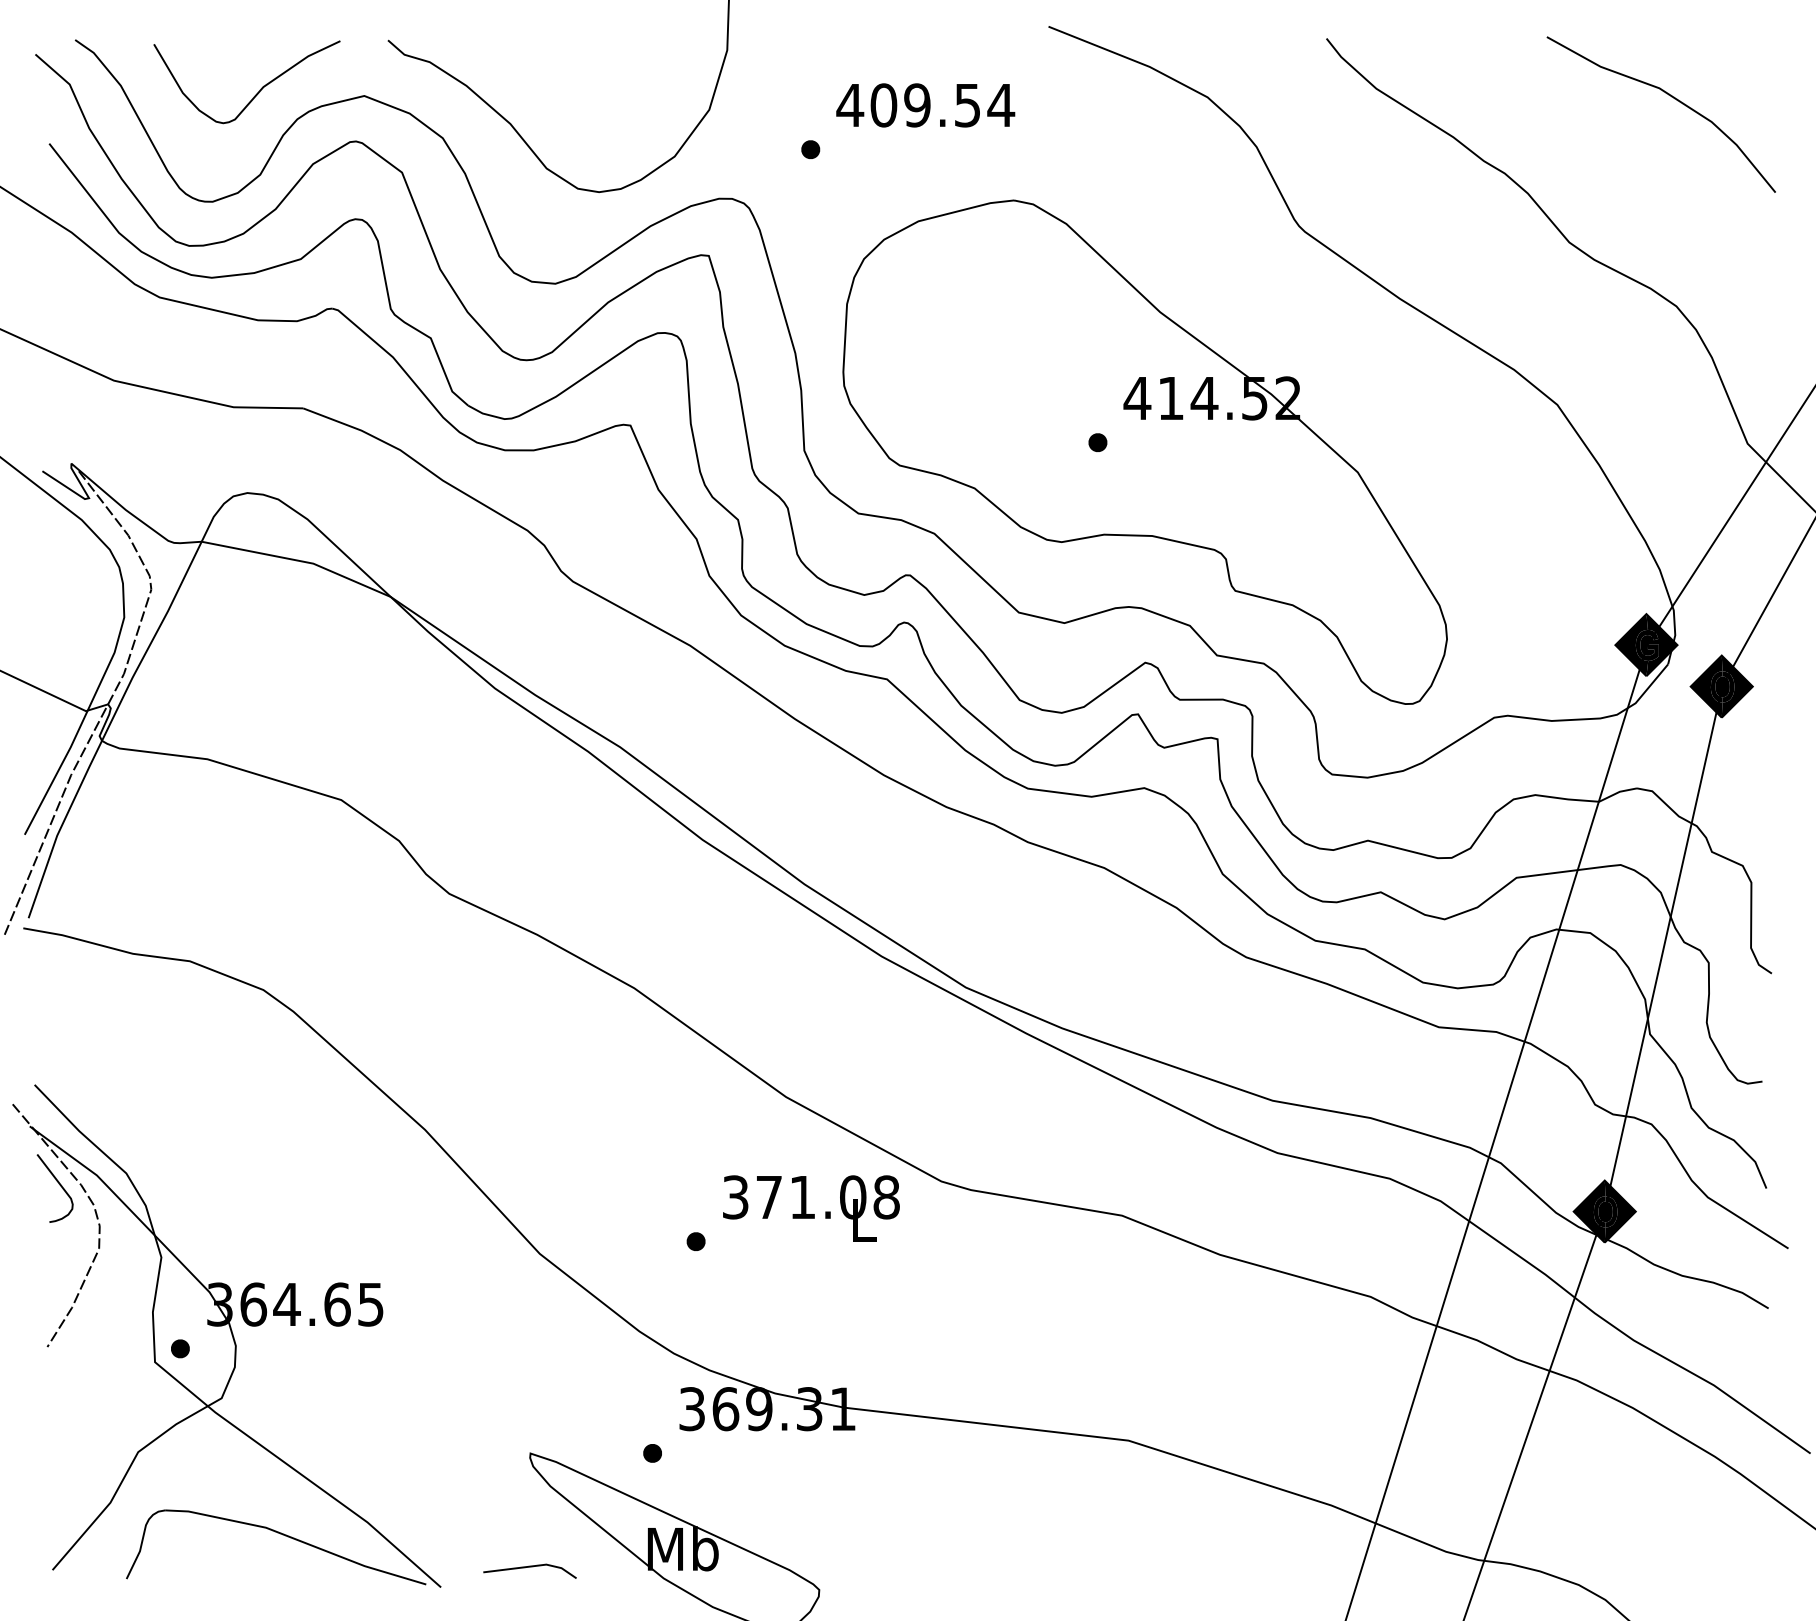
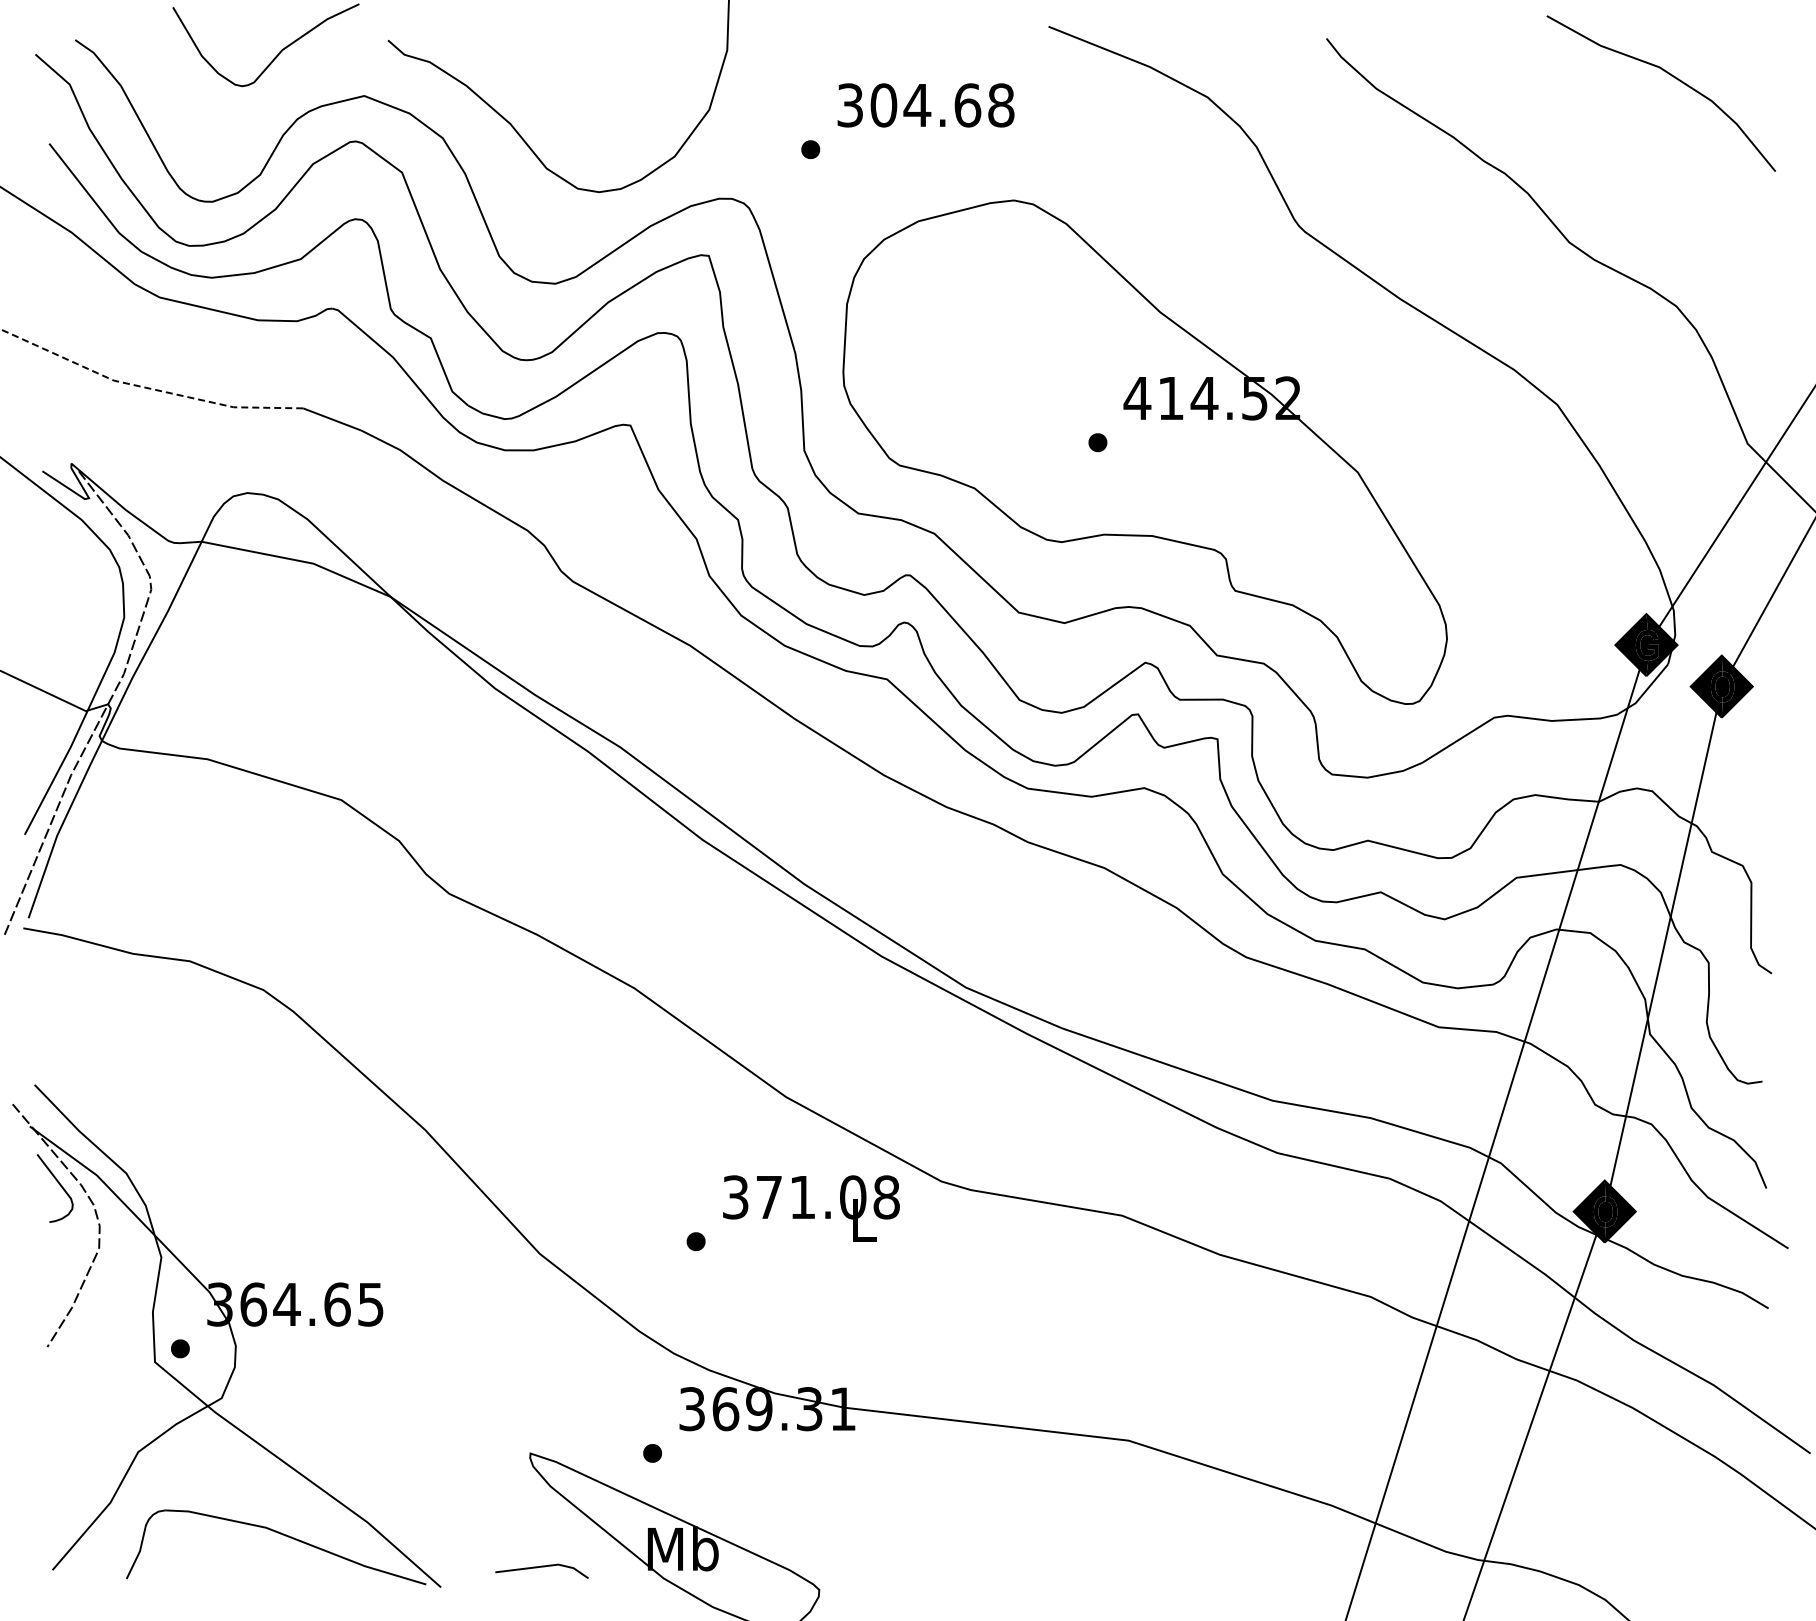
curve at (257, 92) position: (257, 92) -> (276, 55)
curve at (1671, 97) position: (1671, 97) -> (1671, 76)
text at (925, 105): 409.54 -> 304.68
line at (147, 388): solid -> dashed
line at (529, 1567) position: (529, 1567) -> (541, 1567)
